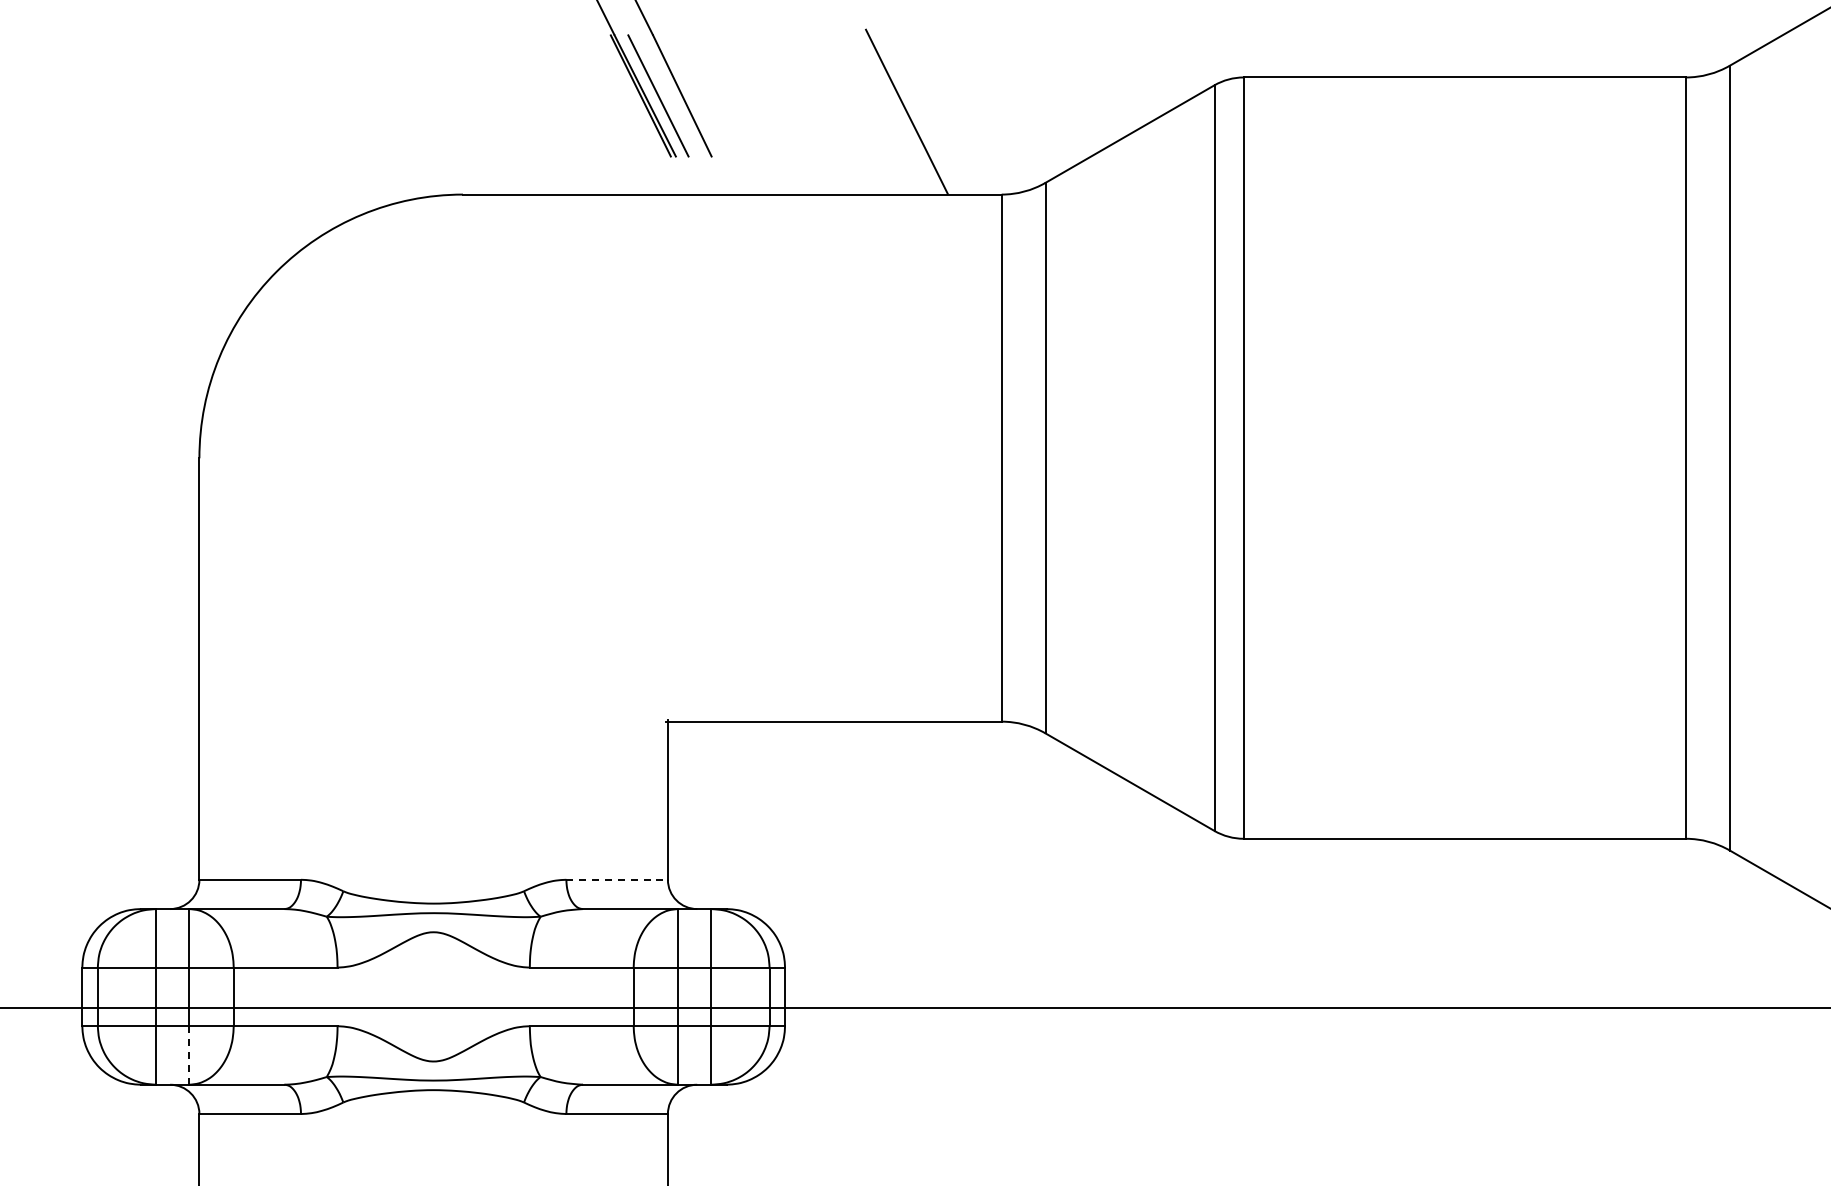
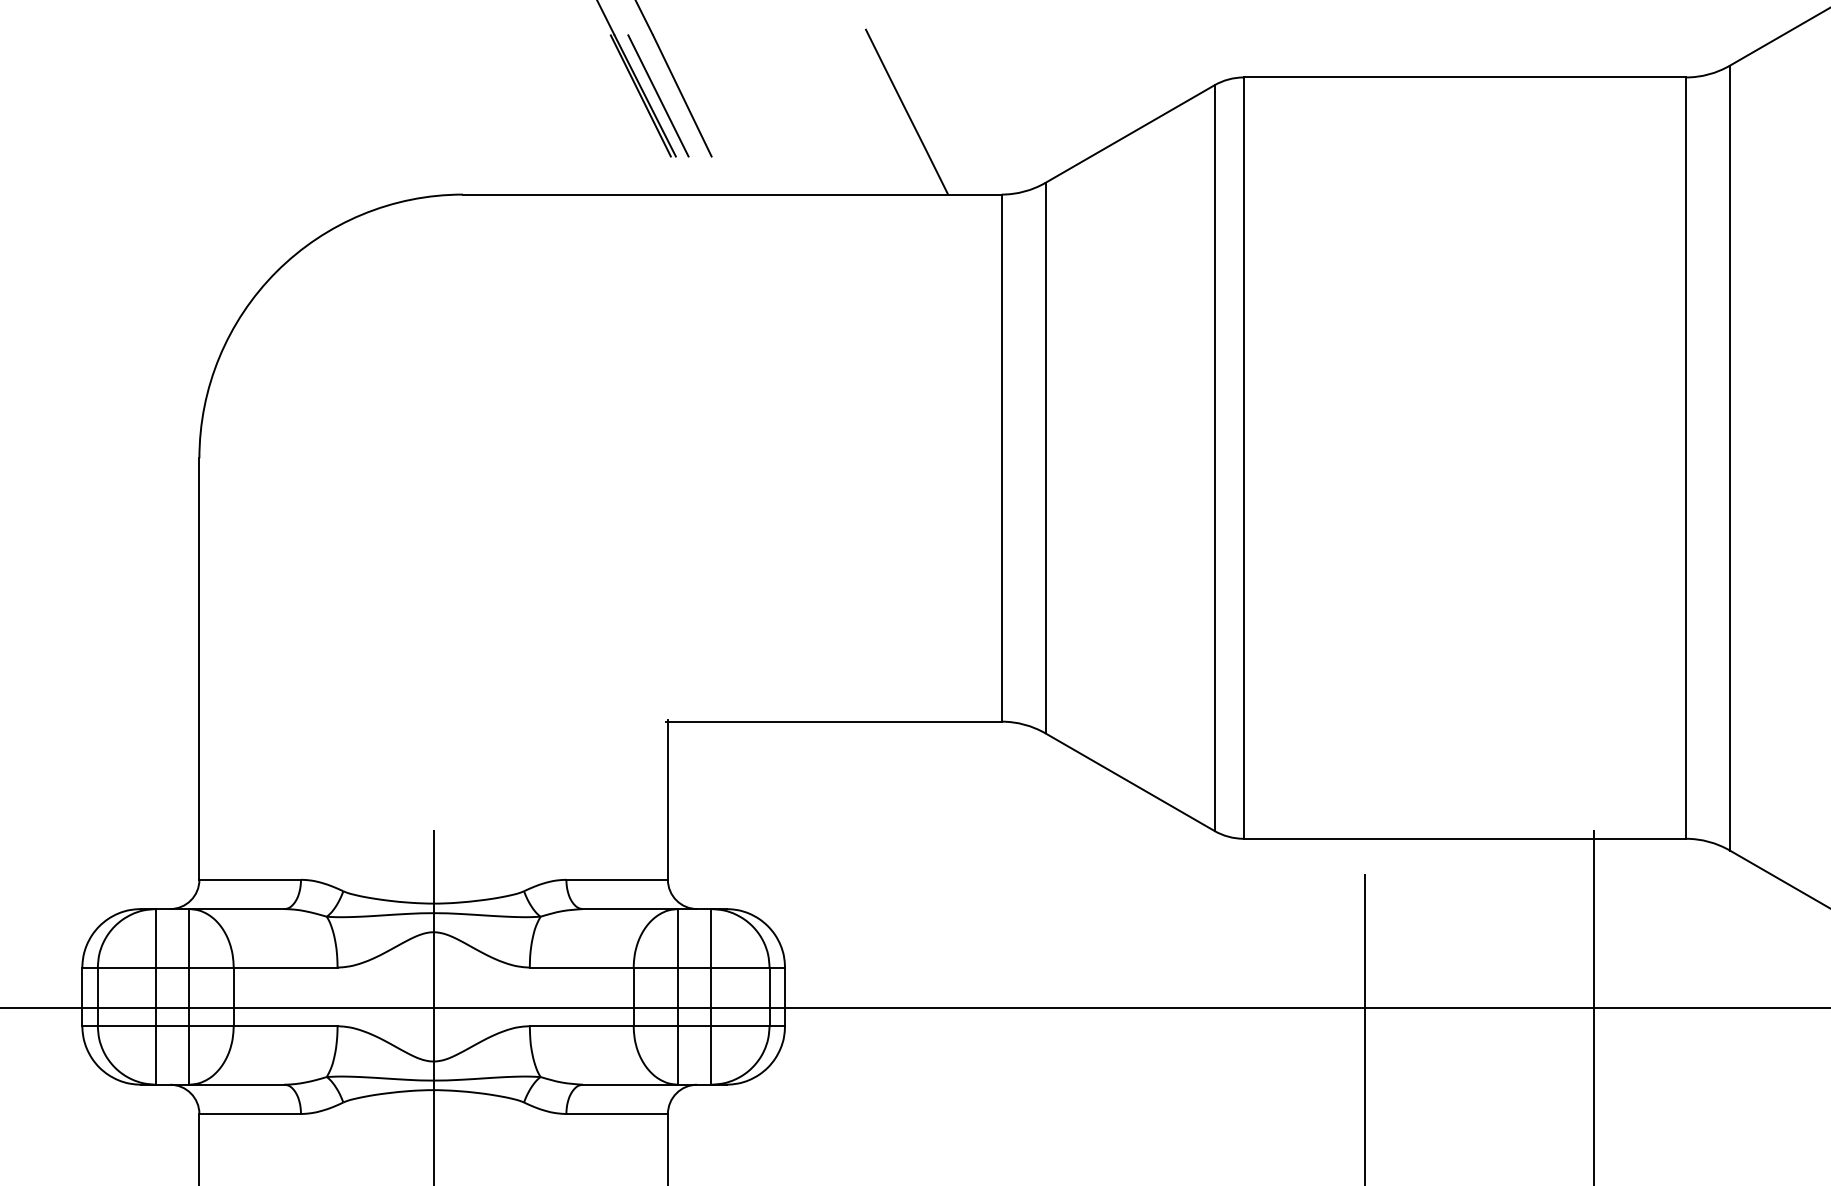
line at (617, 879): dashed -> solid
line at (433, 1006): none -> present
line at (1593, 1006): none -> present
line at (1365, 1027): none -> present
line at (189, 1054): dashed -> solid
